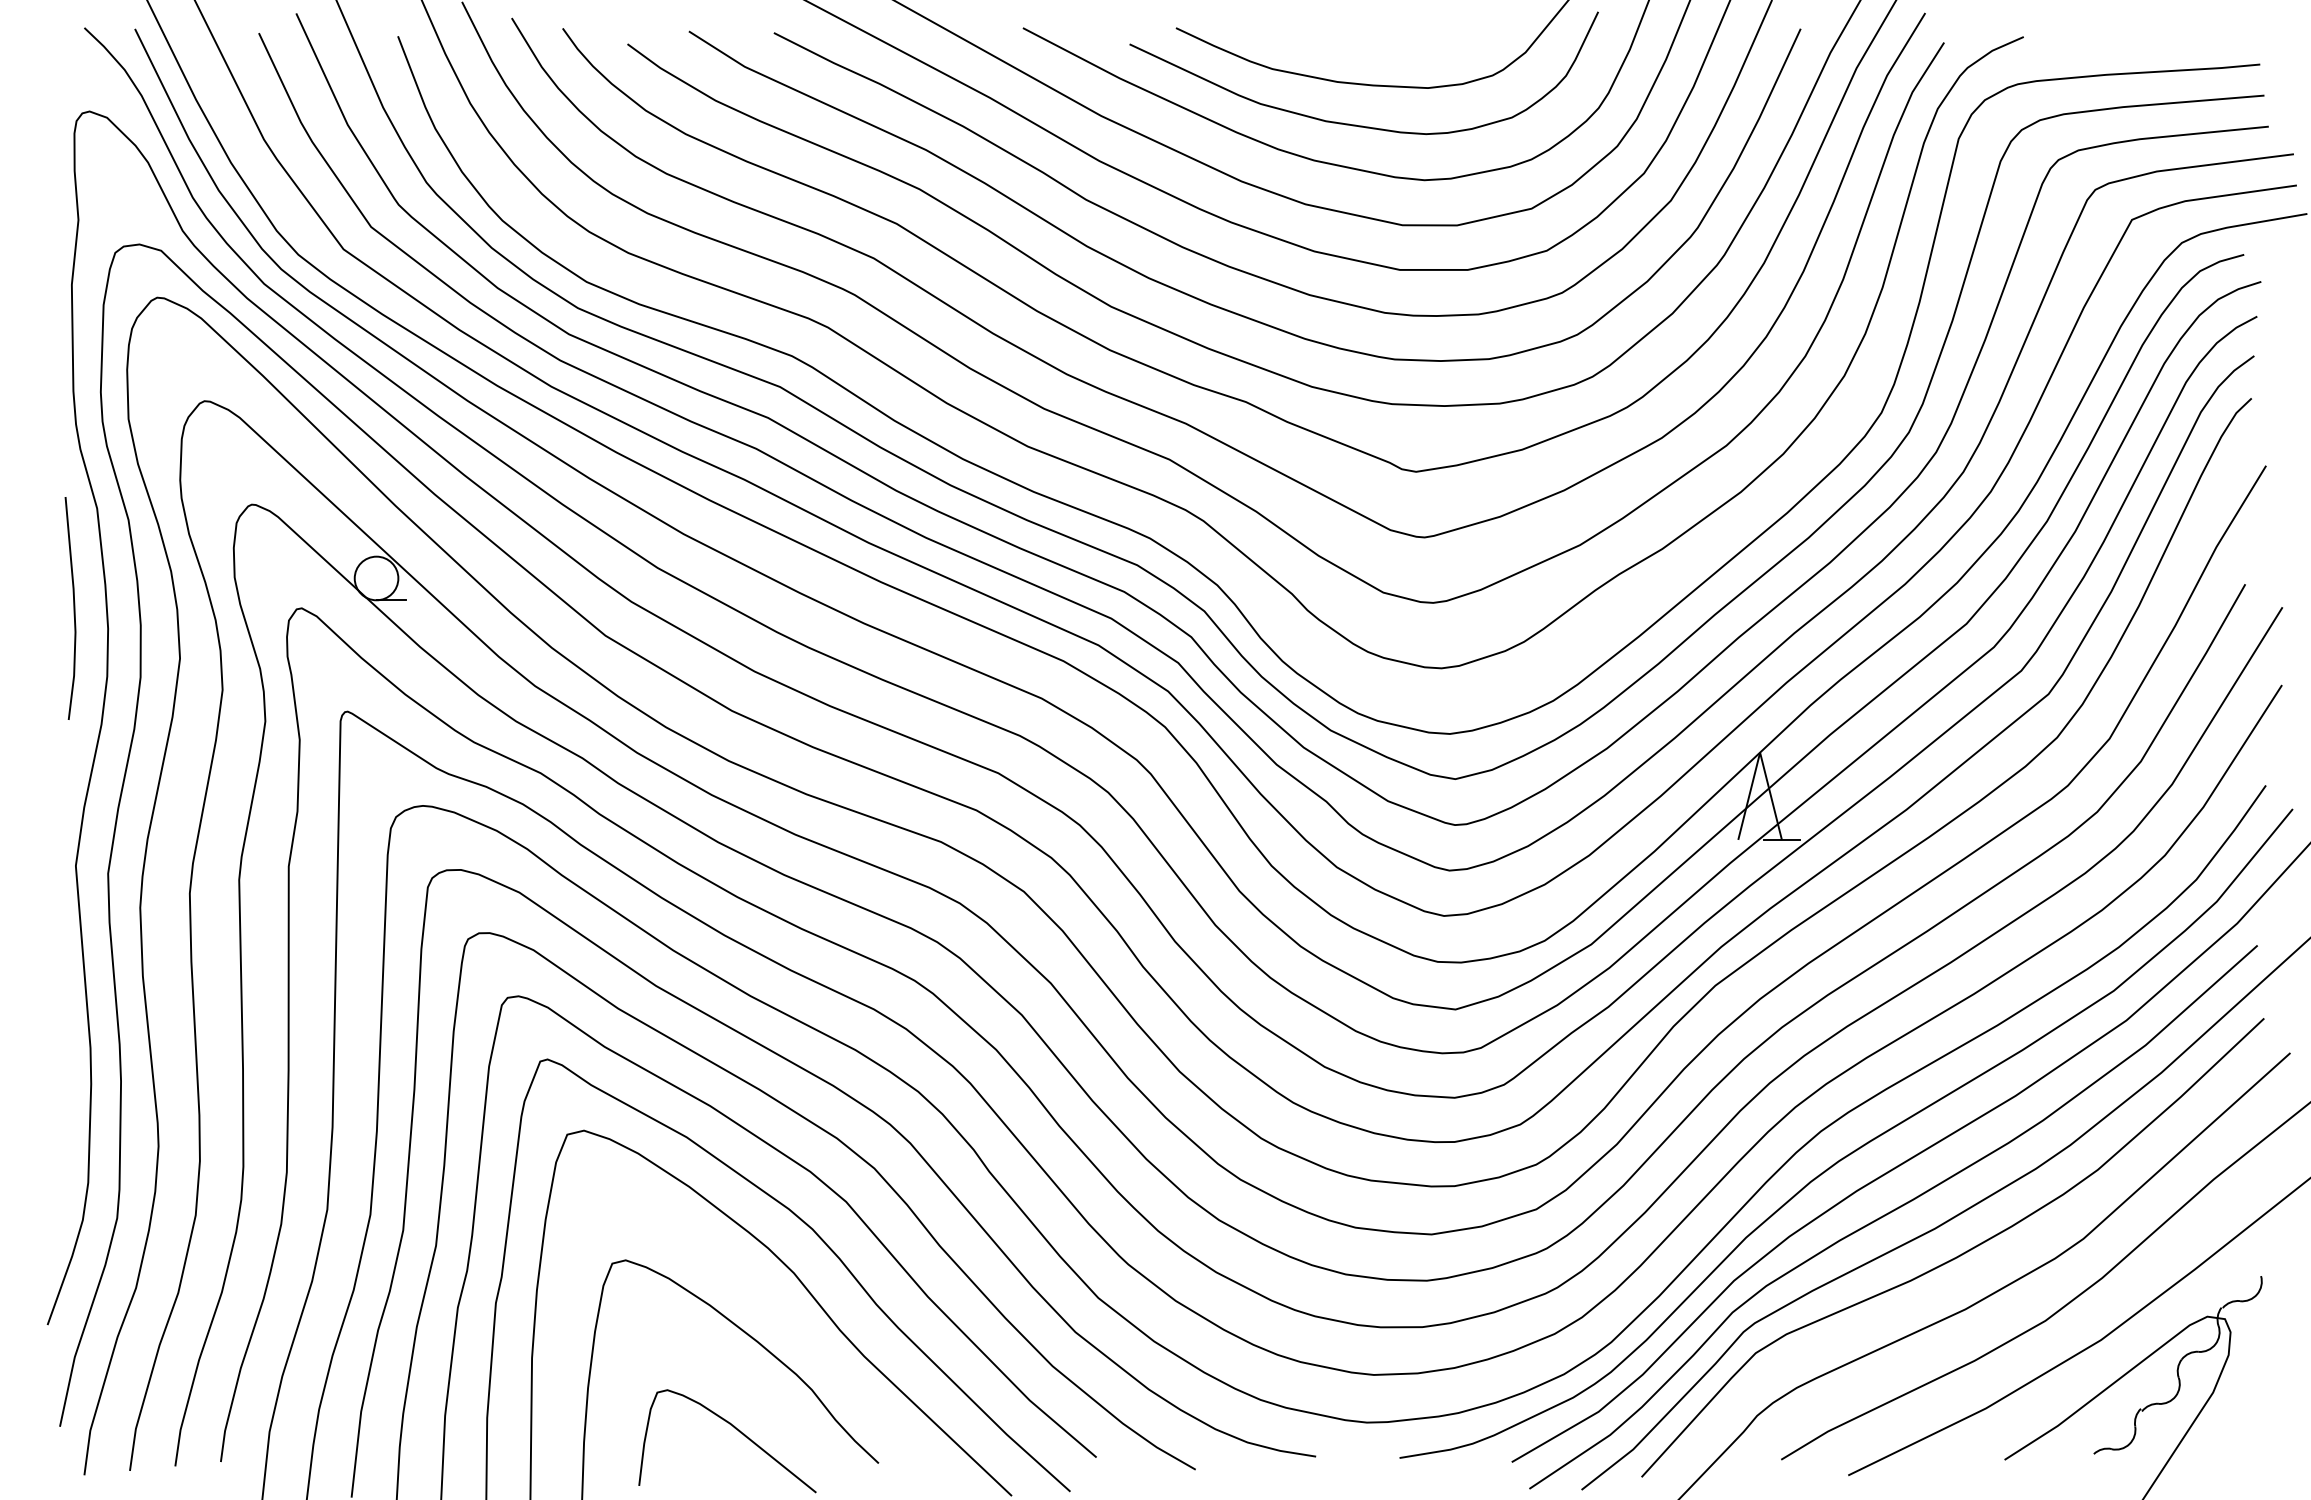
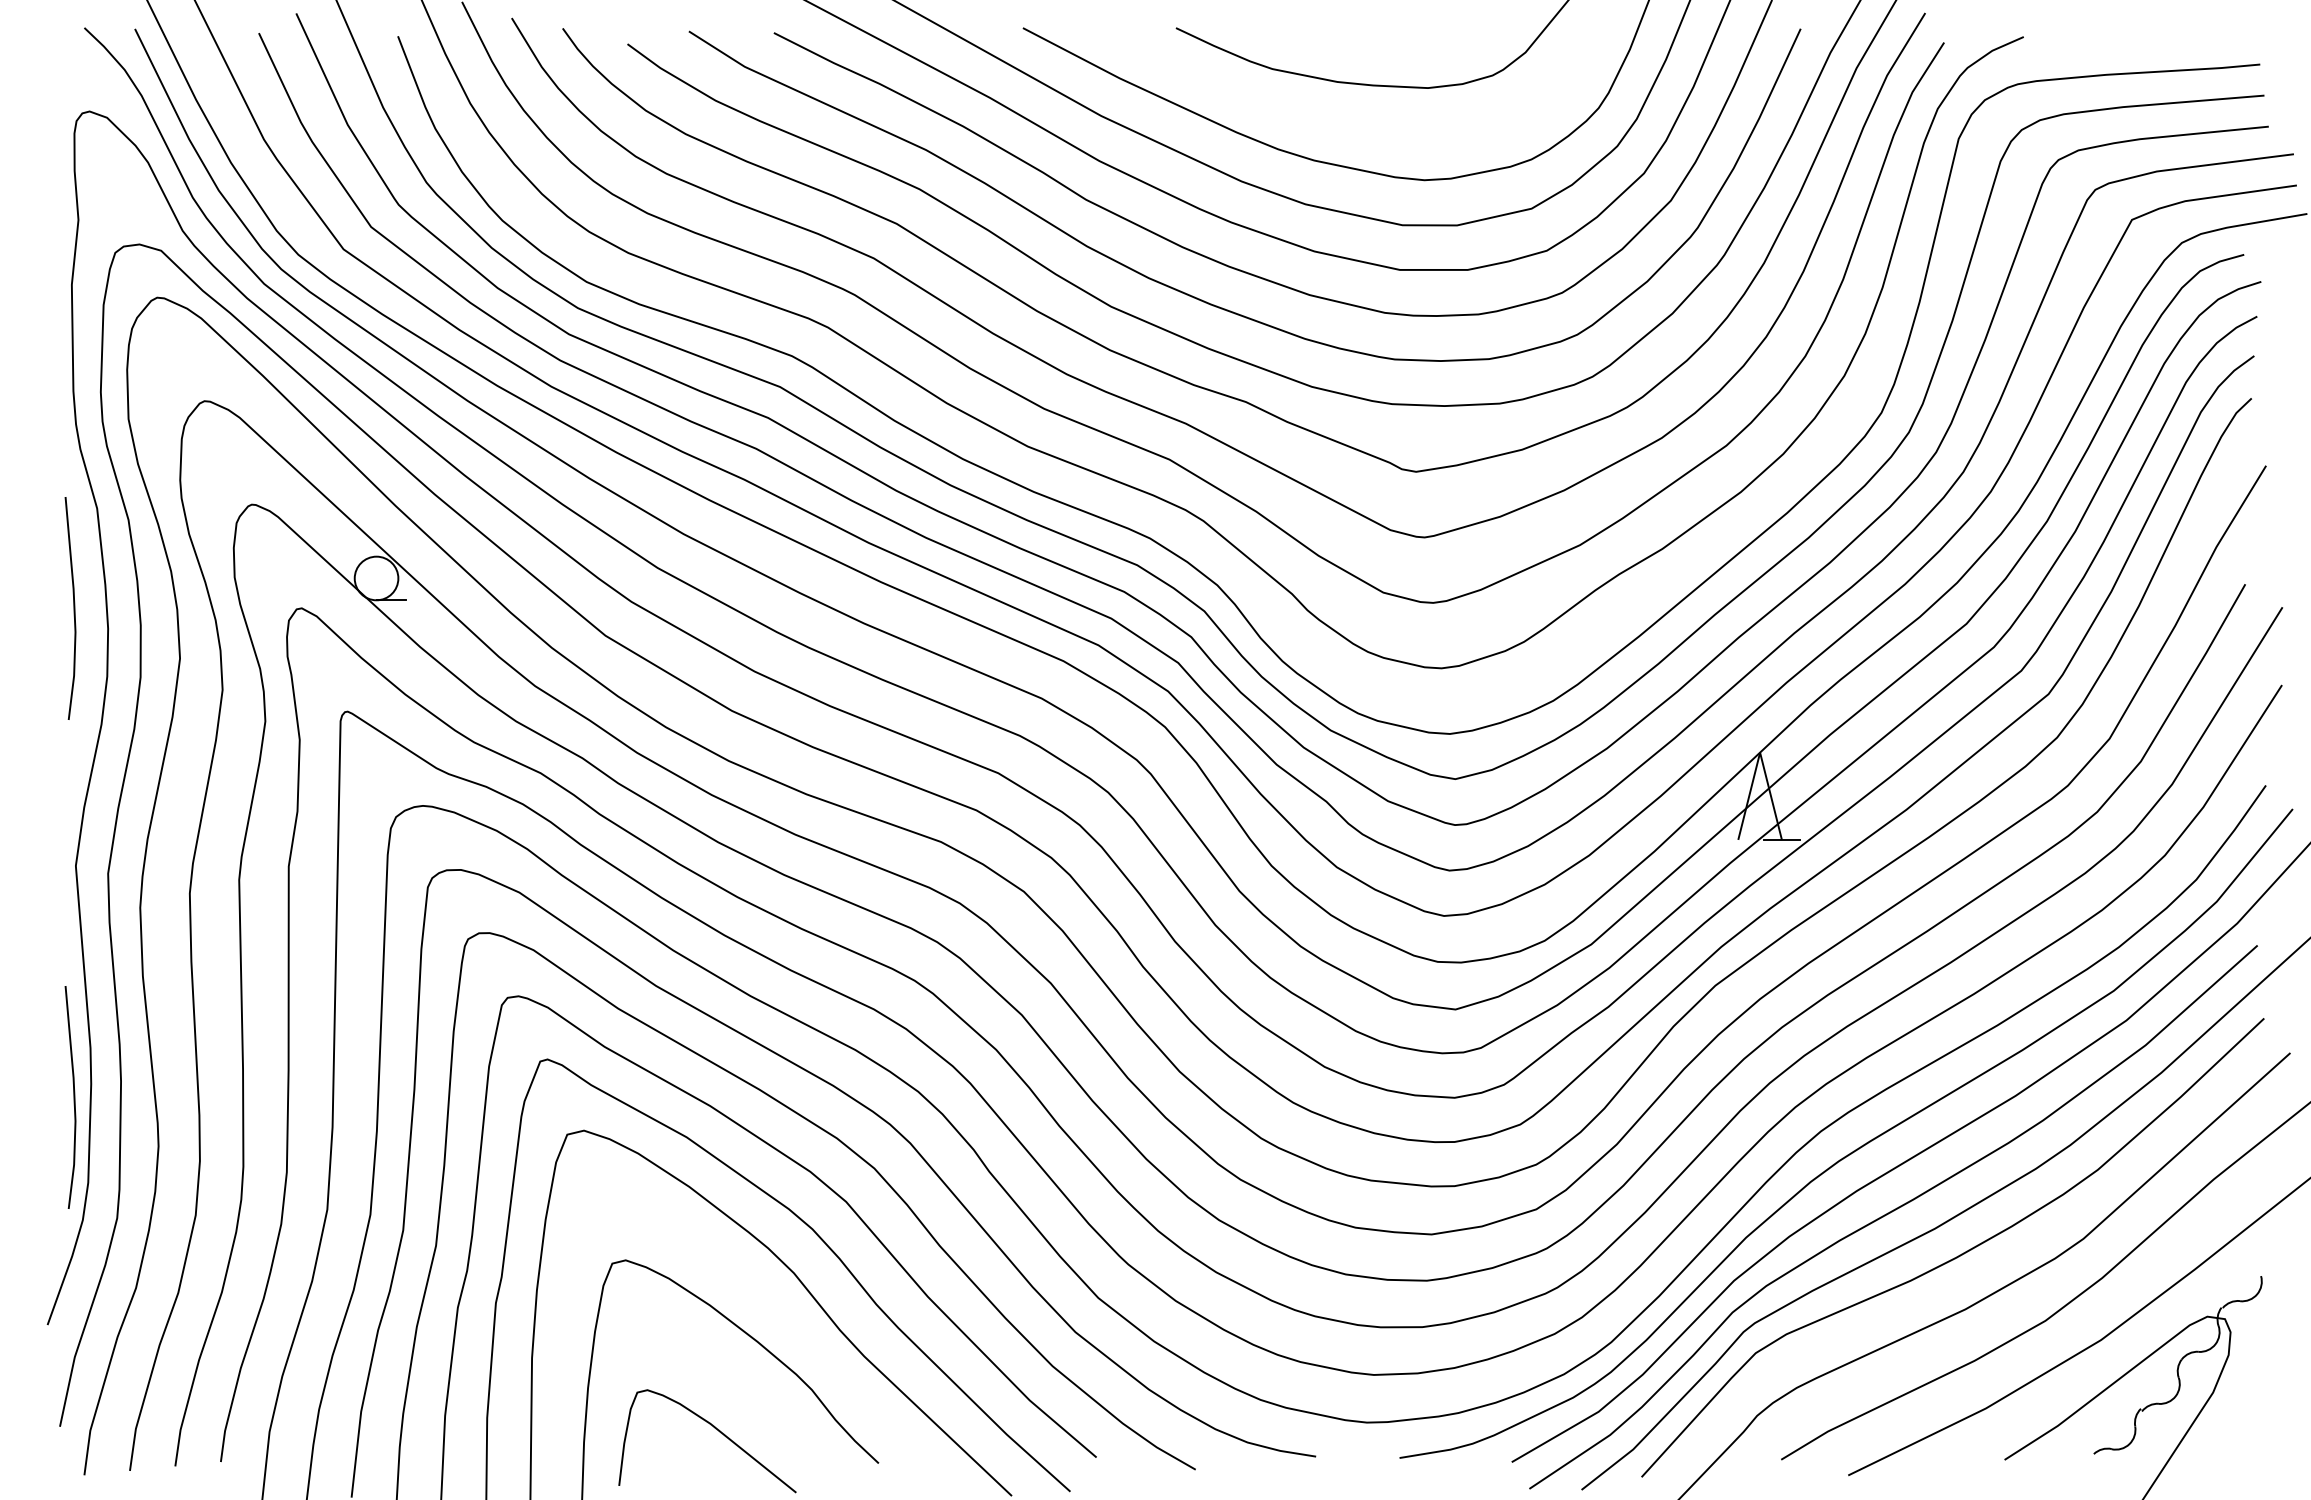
curve at (1356, 124): present -> none
line at (73, 1097): none -> present
curve at (735, 1429) position: (735, 1429) -> (715, 1429)
